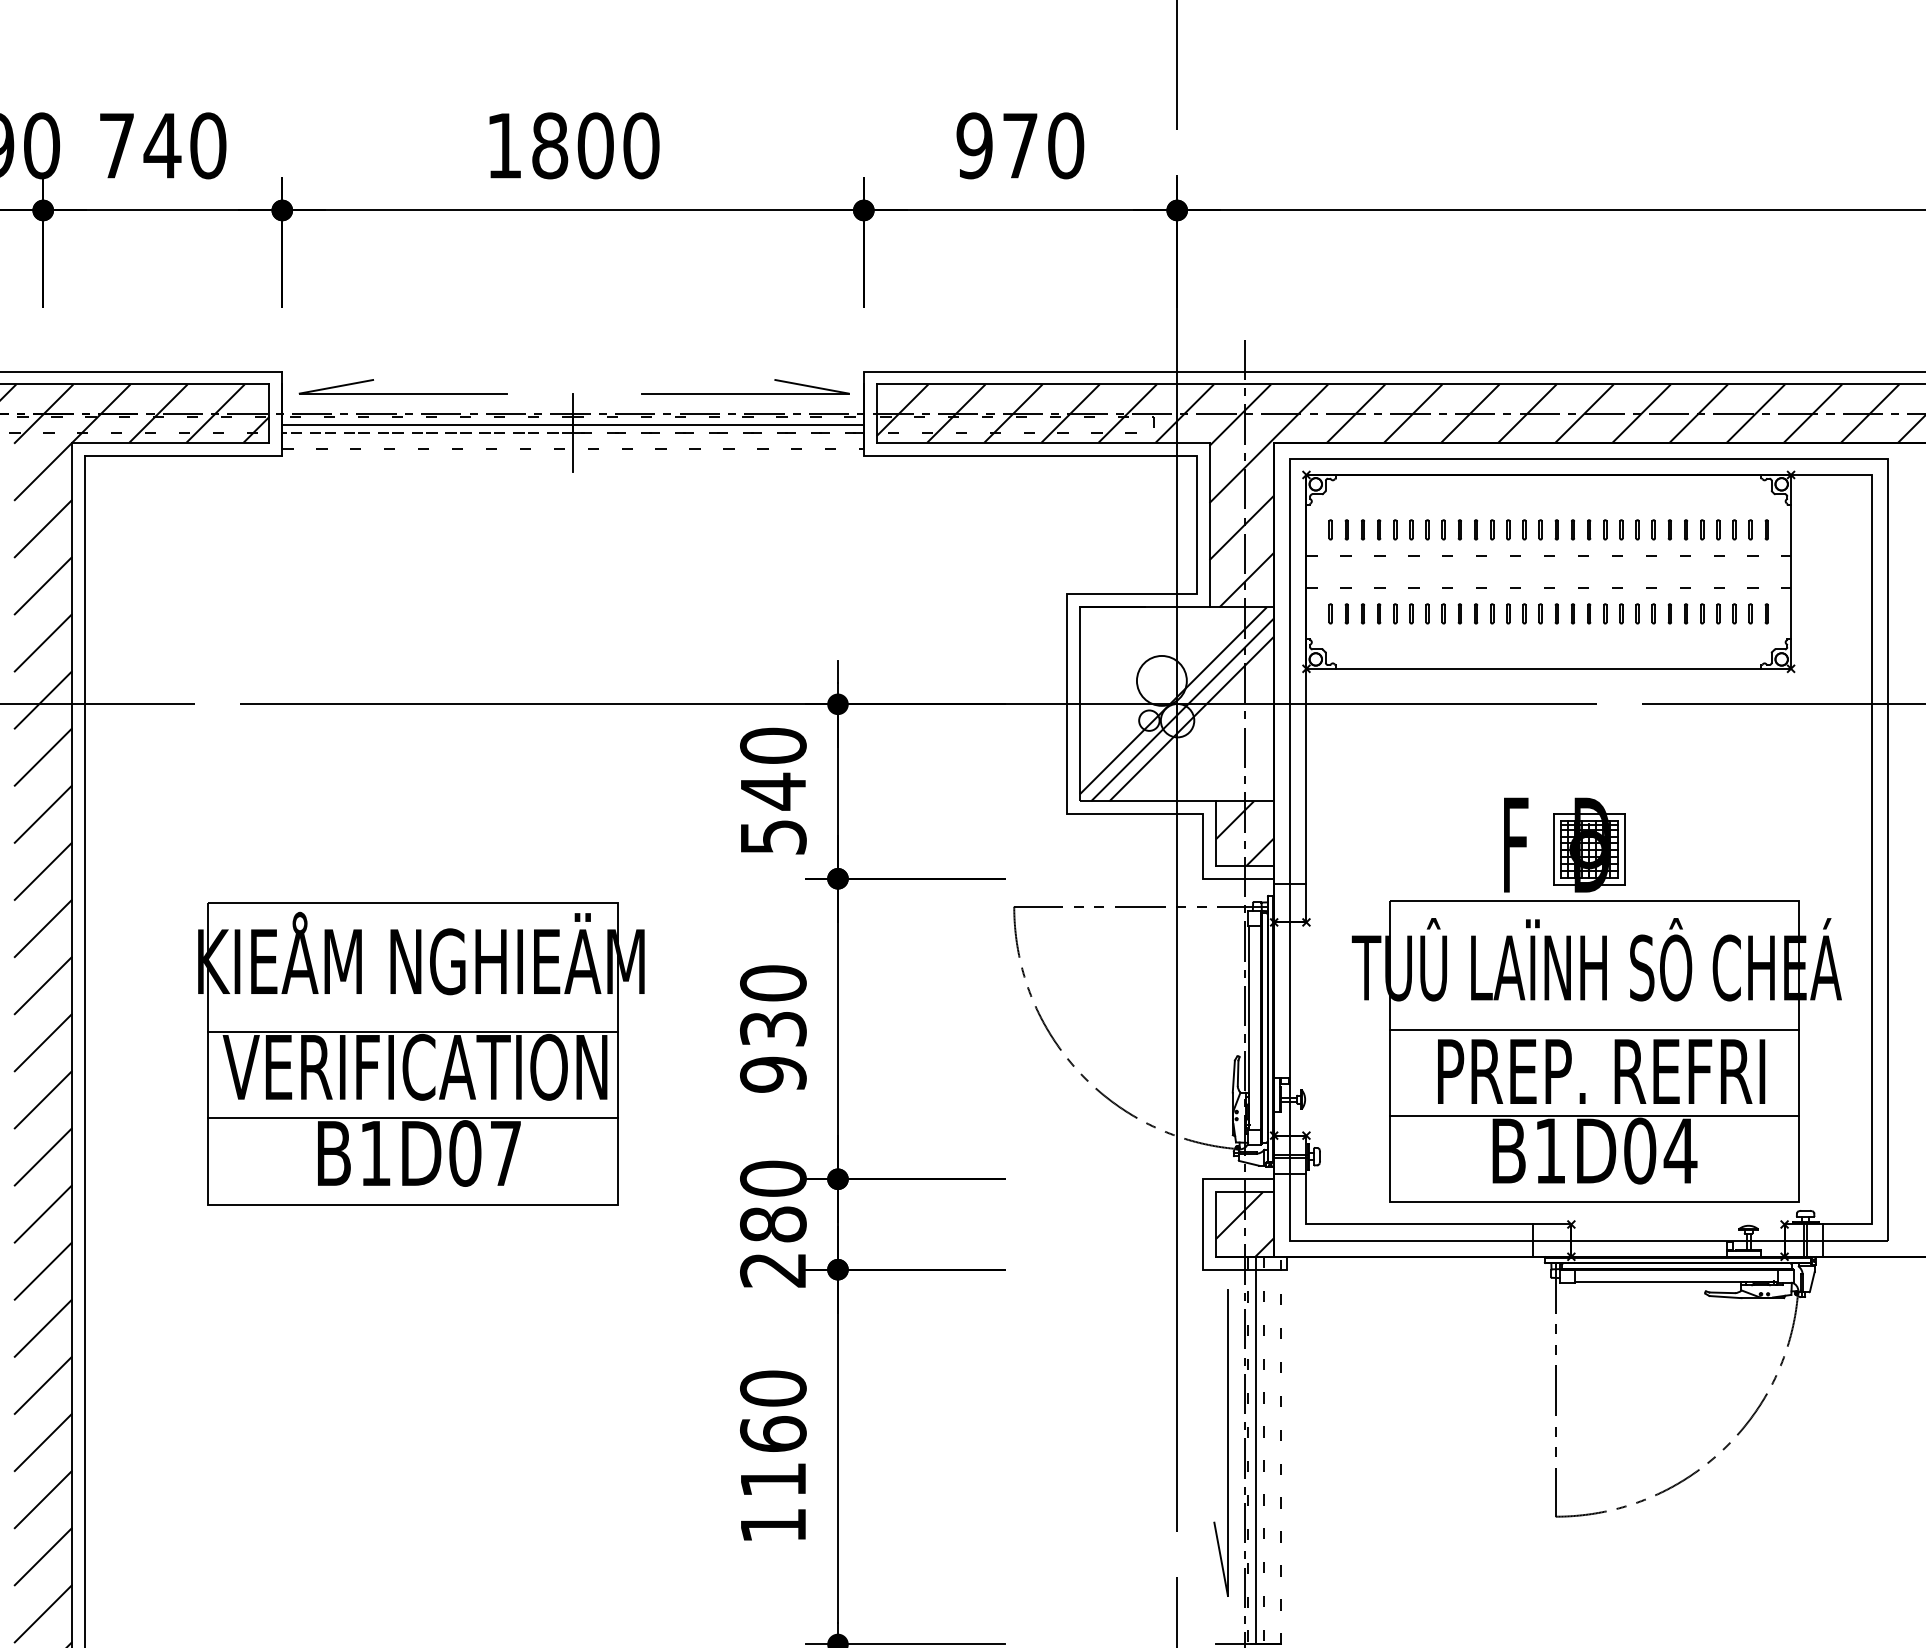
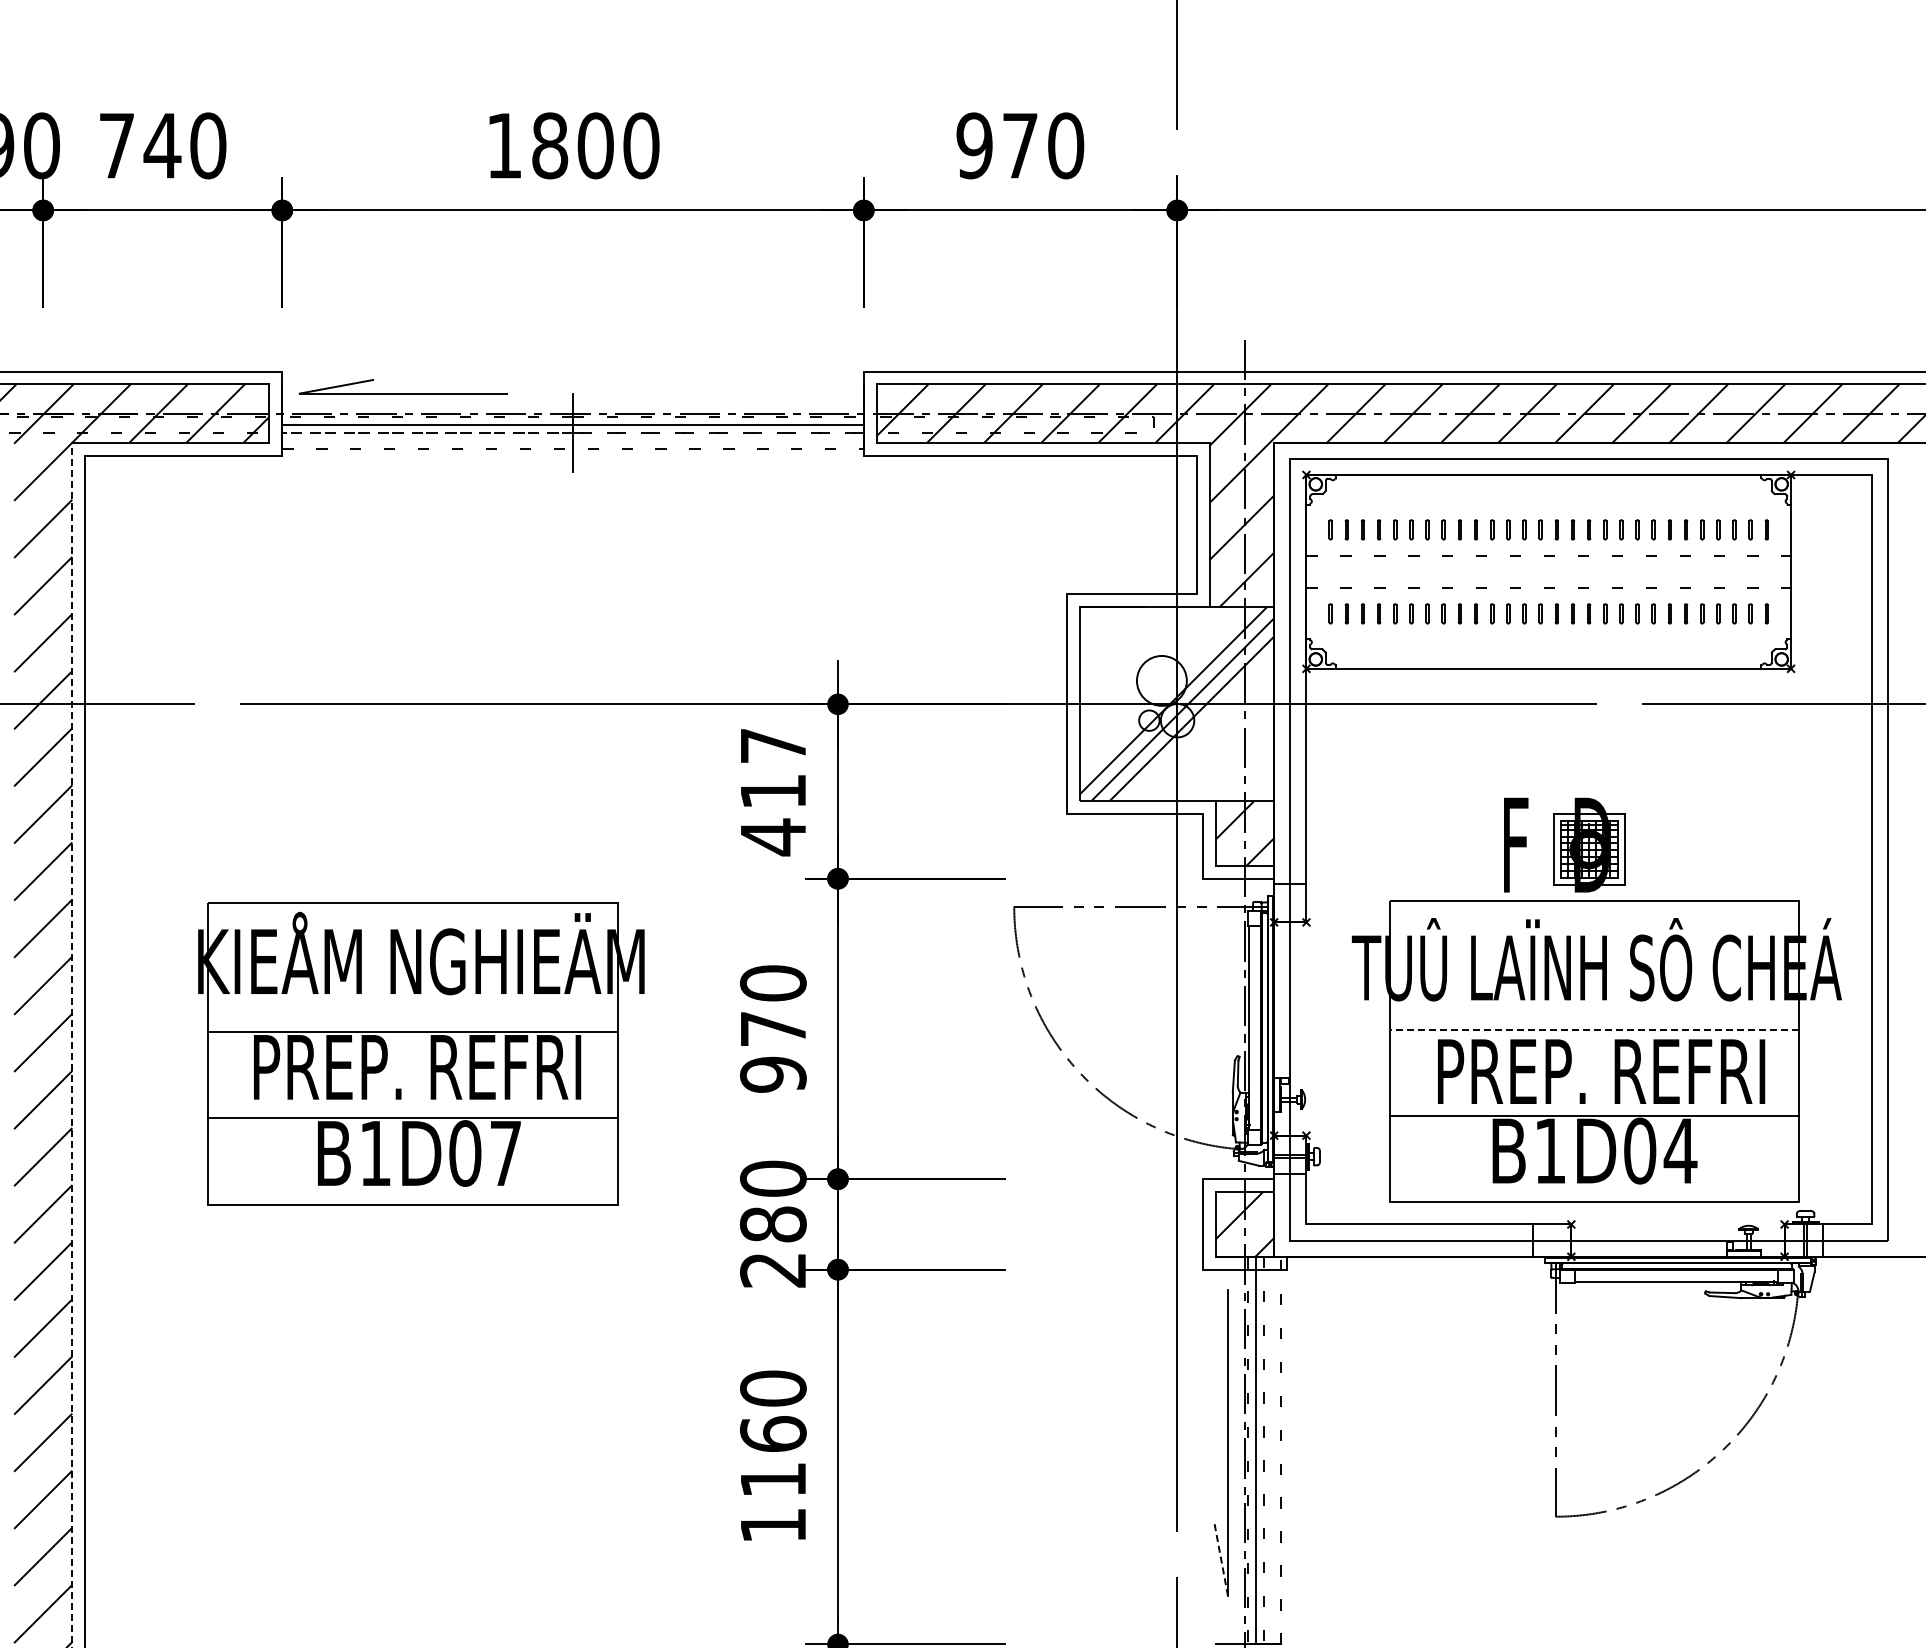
part at (745, 393): present -> none
text at (773, 791): 540 -> 417
text at (773, 1029): 930 -> 970
line at (1594, 1029): solid -> dashed
line at (72, 1044): solid -> dashed
text at (414, 1066): VERIFICATION -> PREP. REFRI
line at (1221, 1558): solid -> dashed
